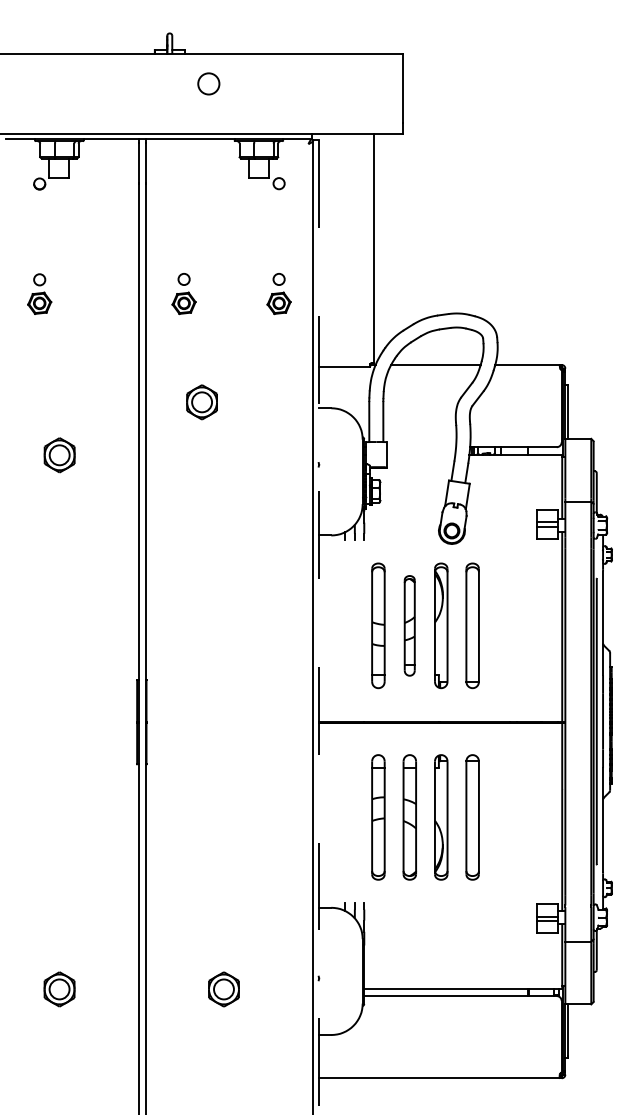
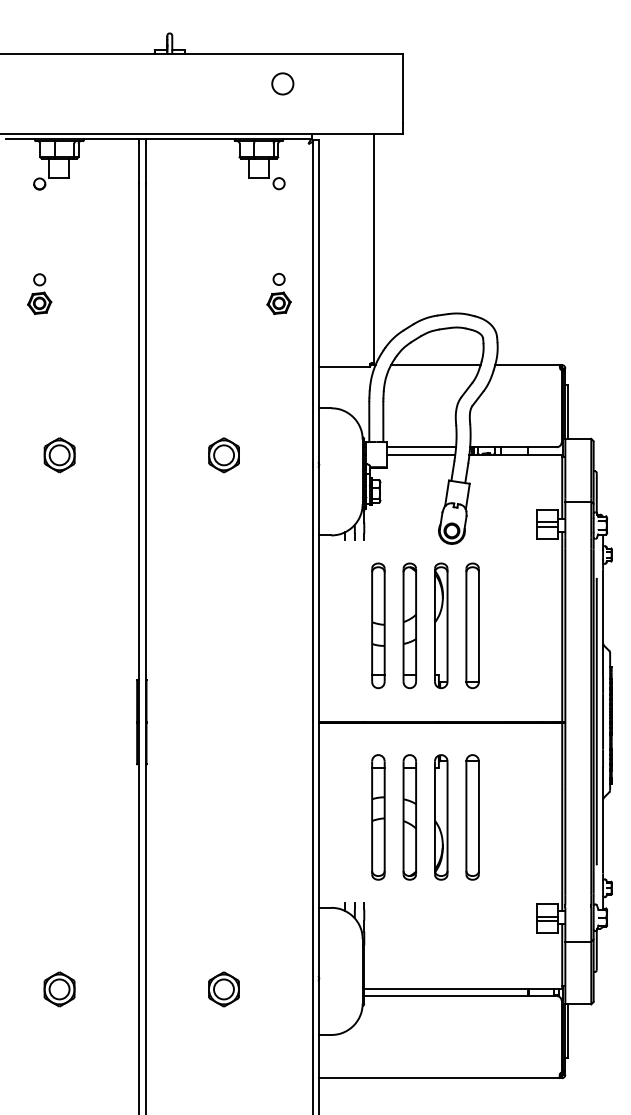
circle at (208, 83) position: (208, 83) -> (282, 83)
part at (183, 294): present -> none
part at (201, 402) position: (201, 402) -> (223, 455)
line at (421, 447): none -> present
line at (420, 454): none -> present
part at (409, 625) size: 13x102 px -> 15x128 px
line at (318, 627): dashed -> solid
